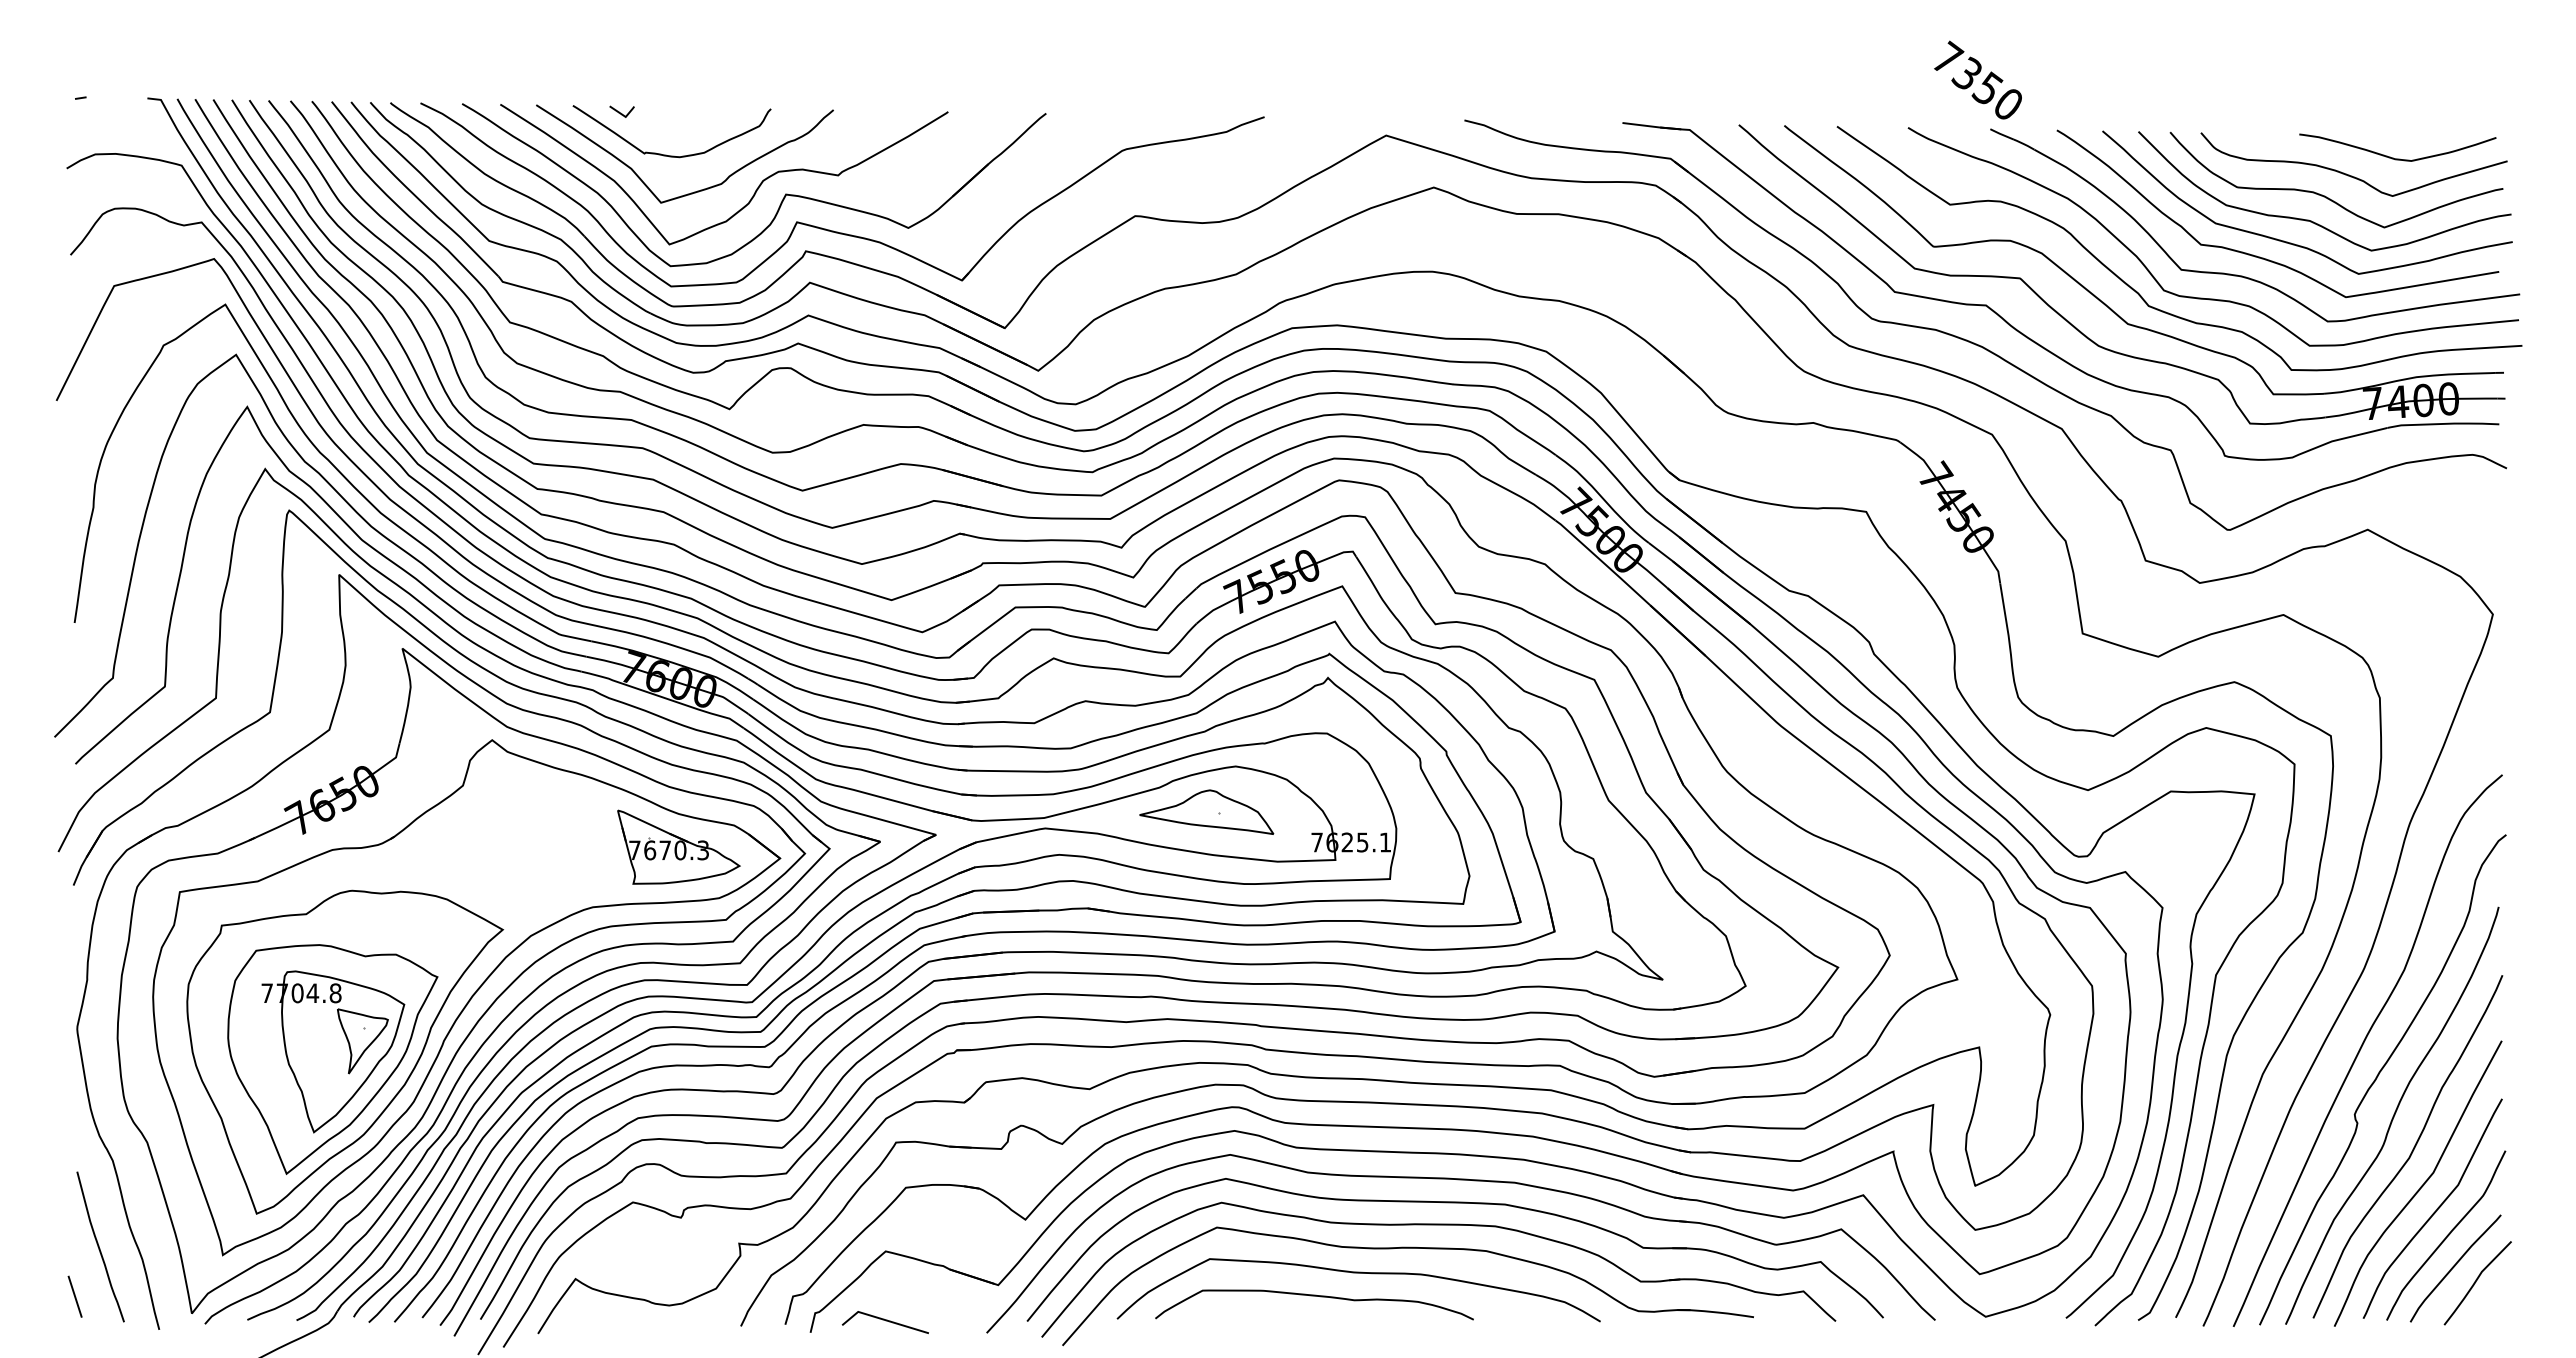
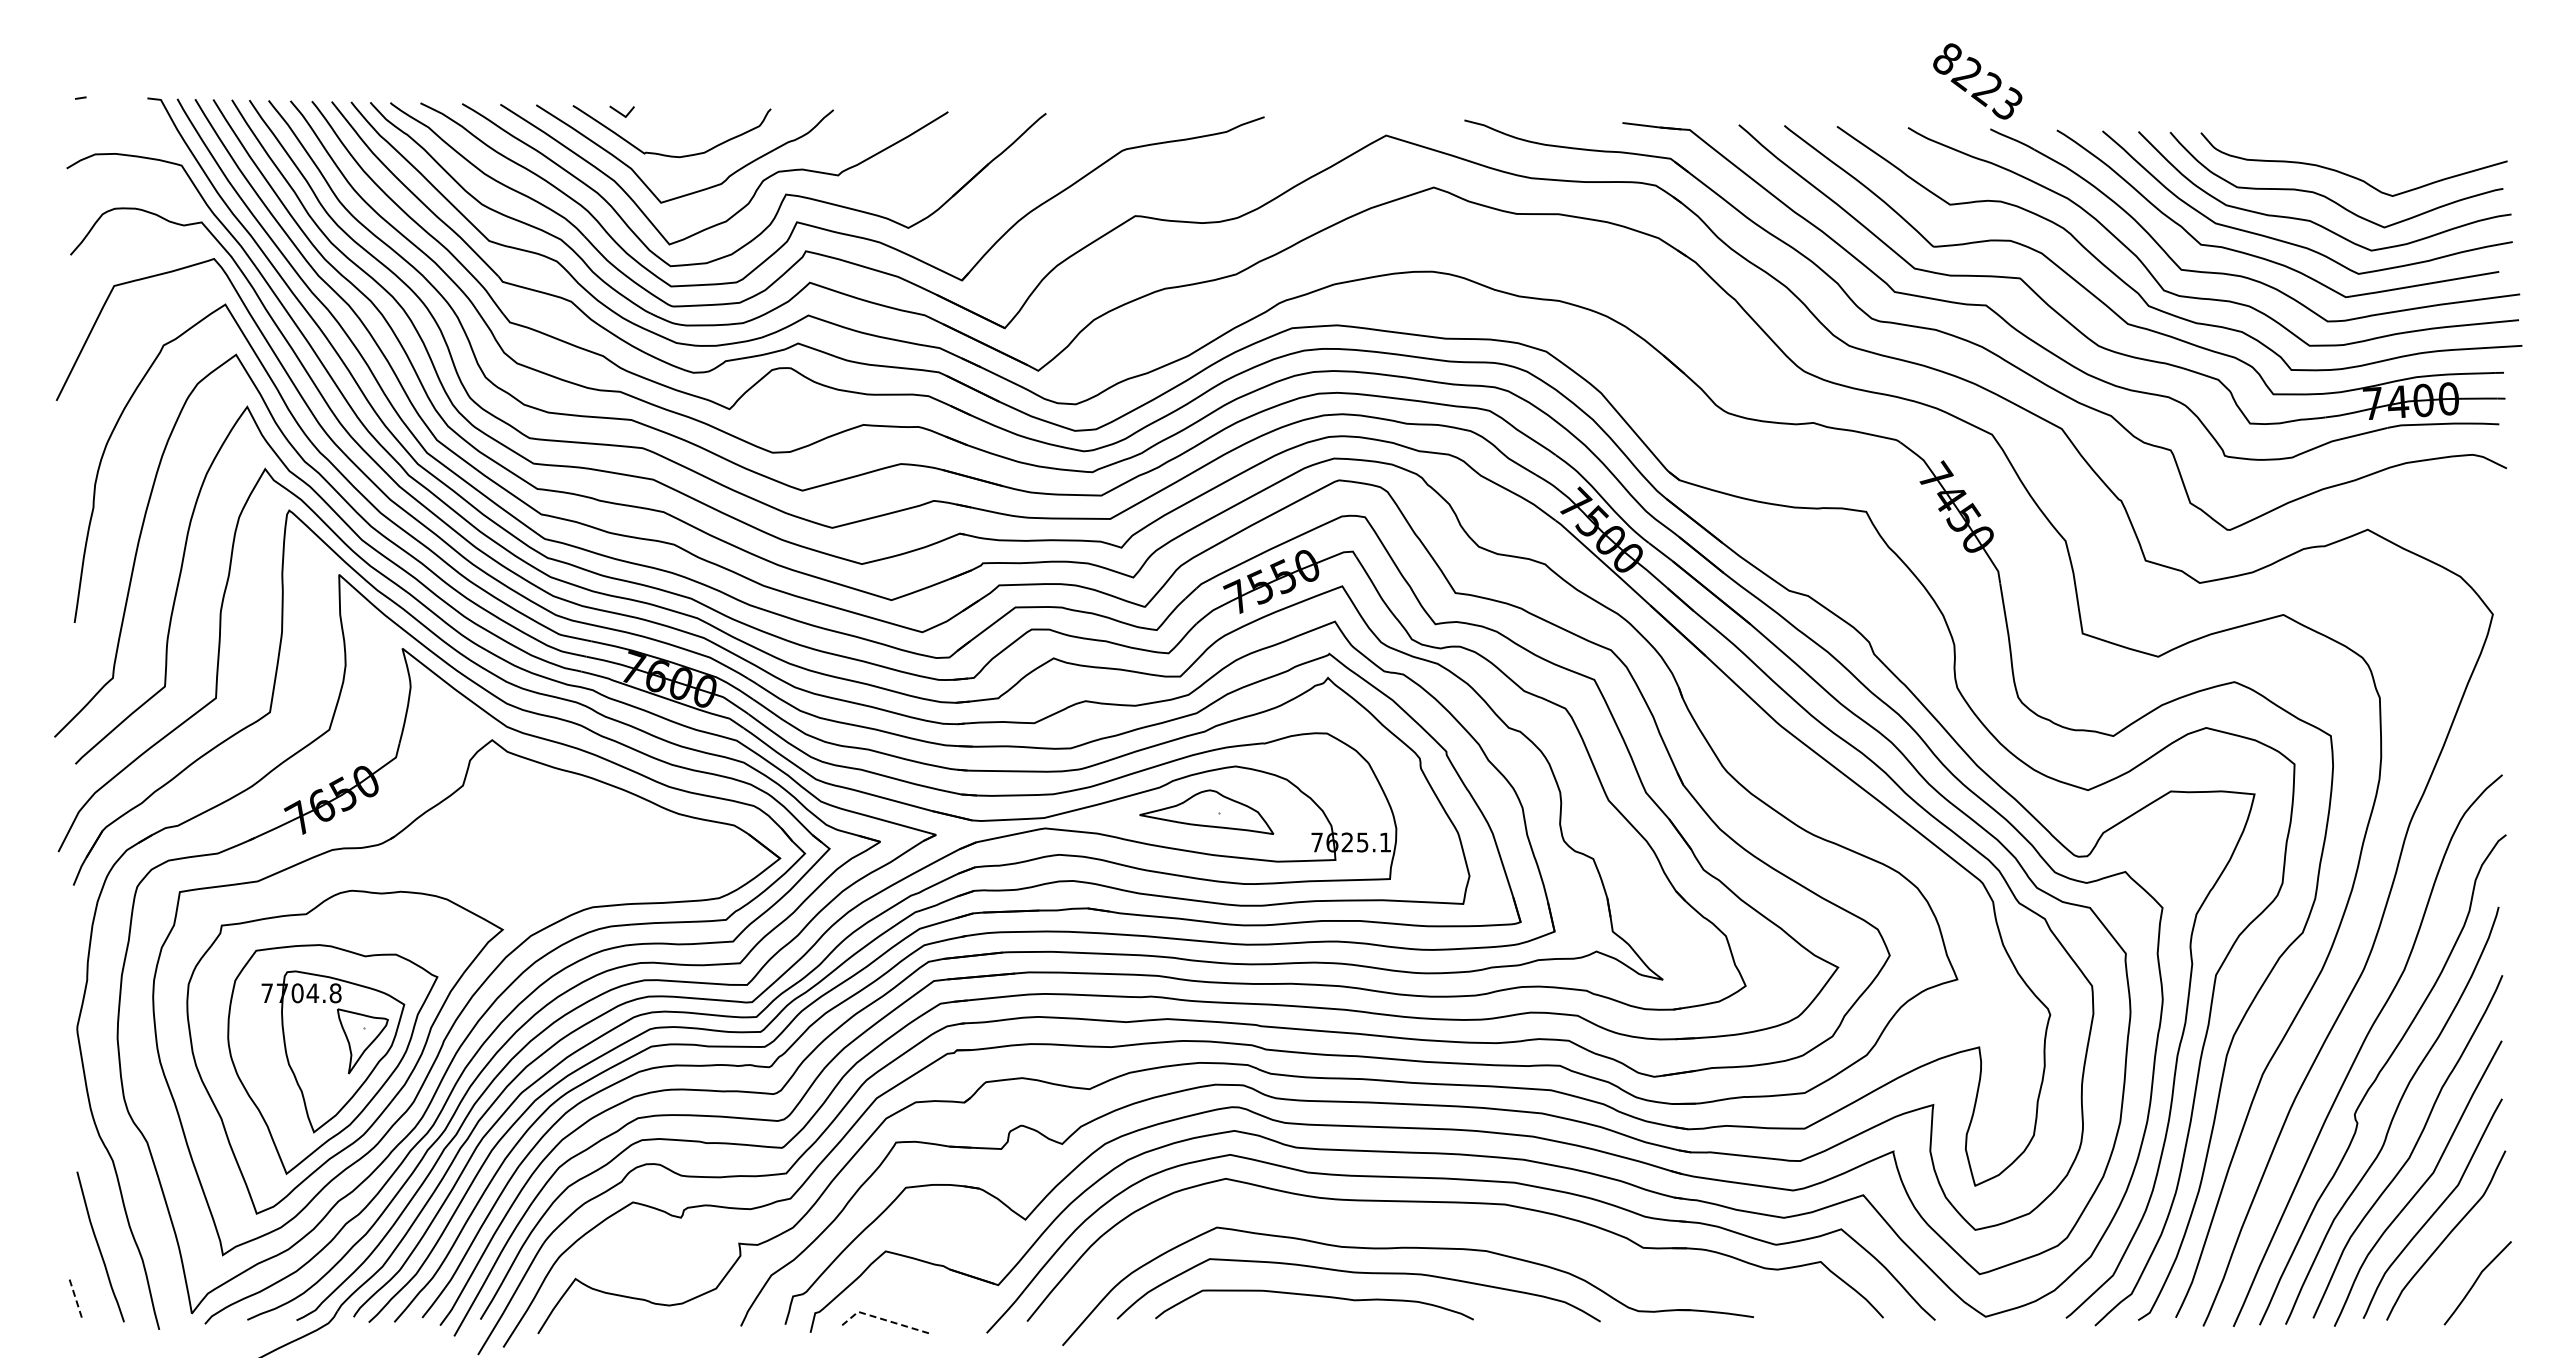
text at (1977, 79): 7350 -> 8223
curve at (2393, 157): present -> none
part at (678, 846): present -> none
part at (1438, 1225): present -> none
curve at (2454, 1267): present -> none
line at (75, 1296): solid -> dashed
line at (883, 1319): solid -> dashed
